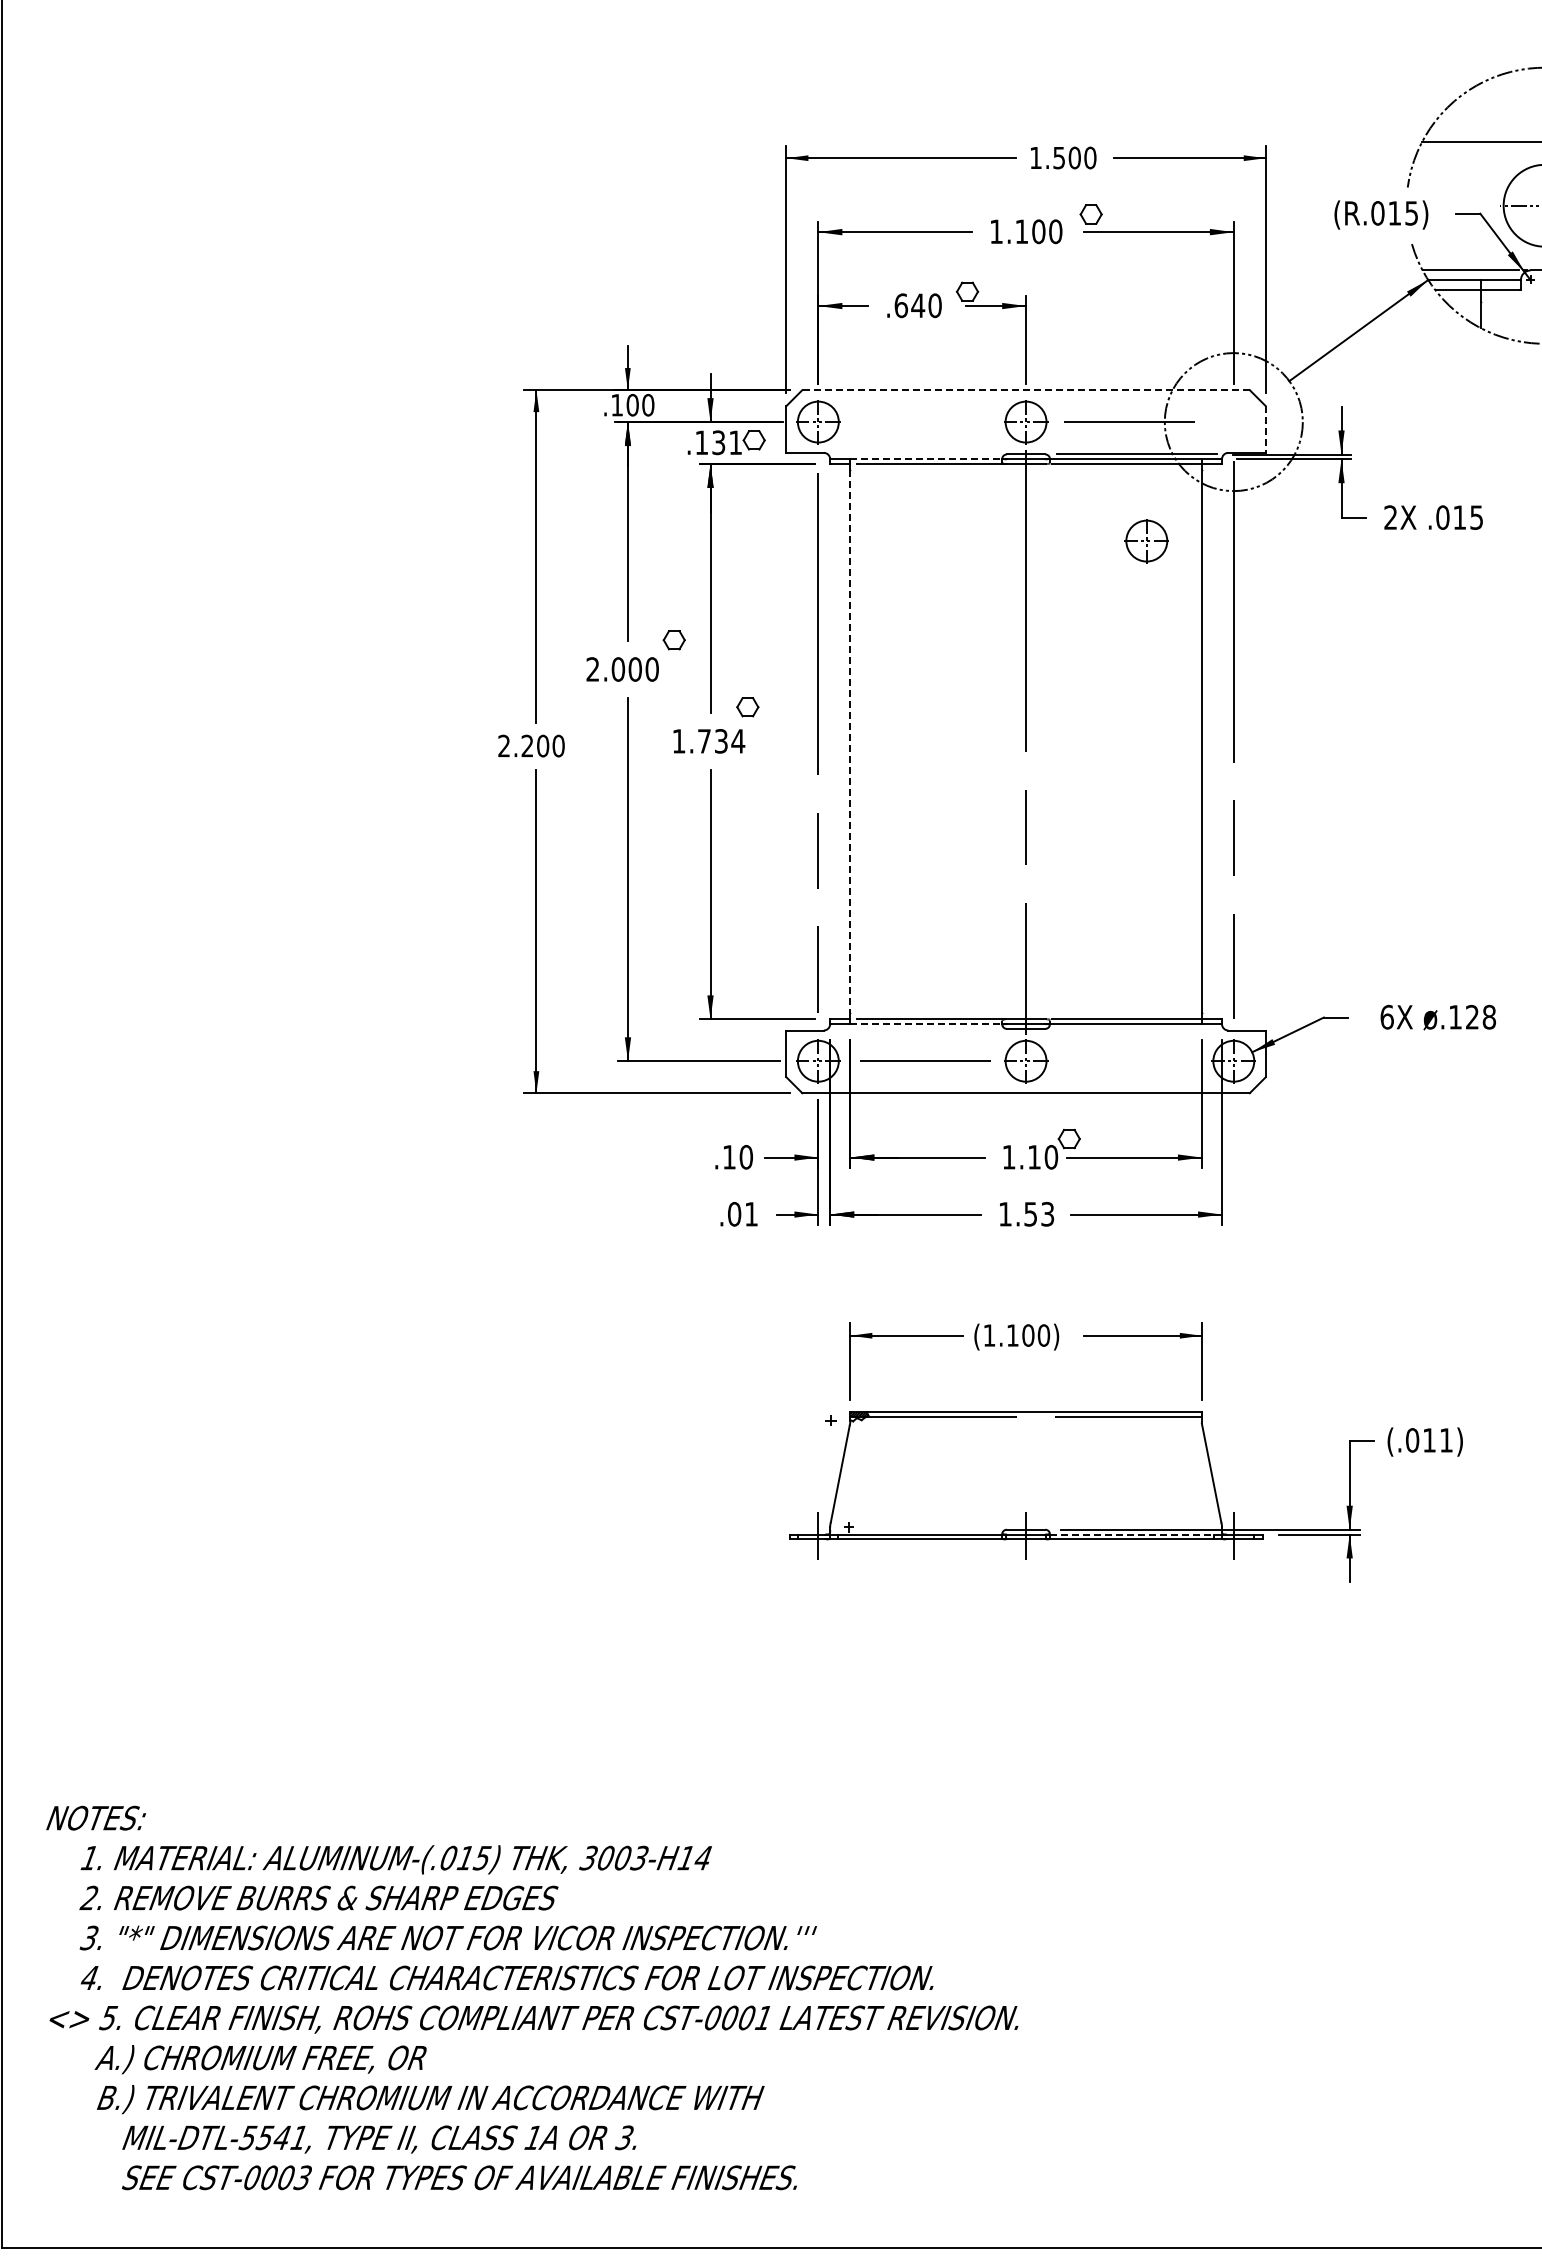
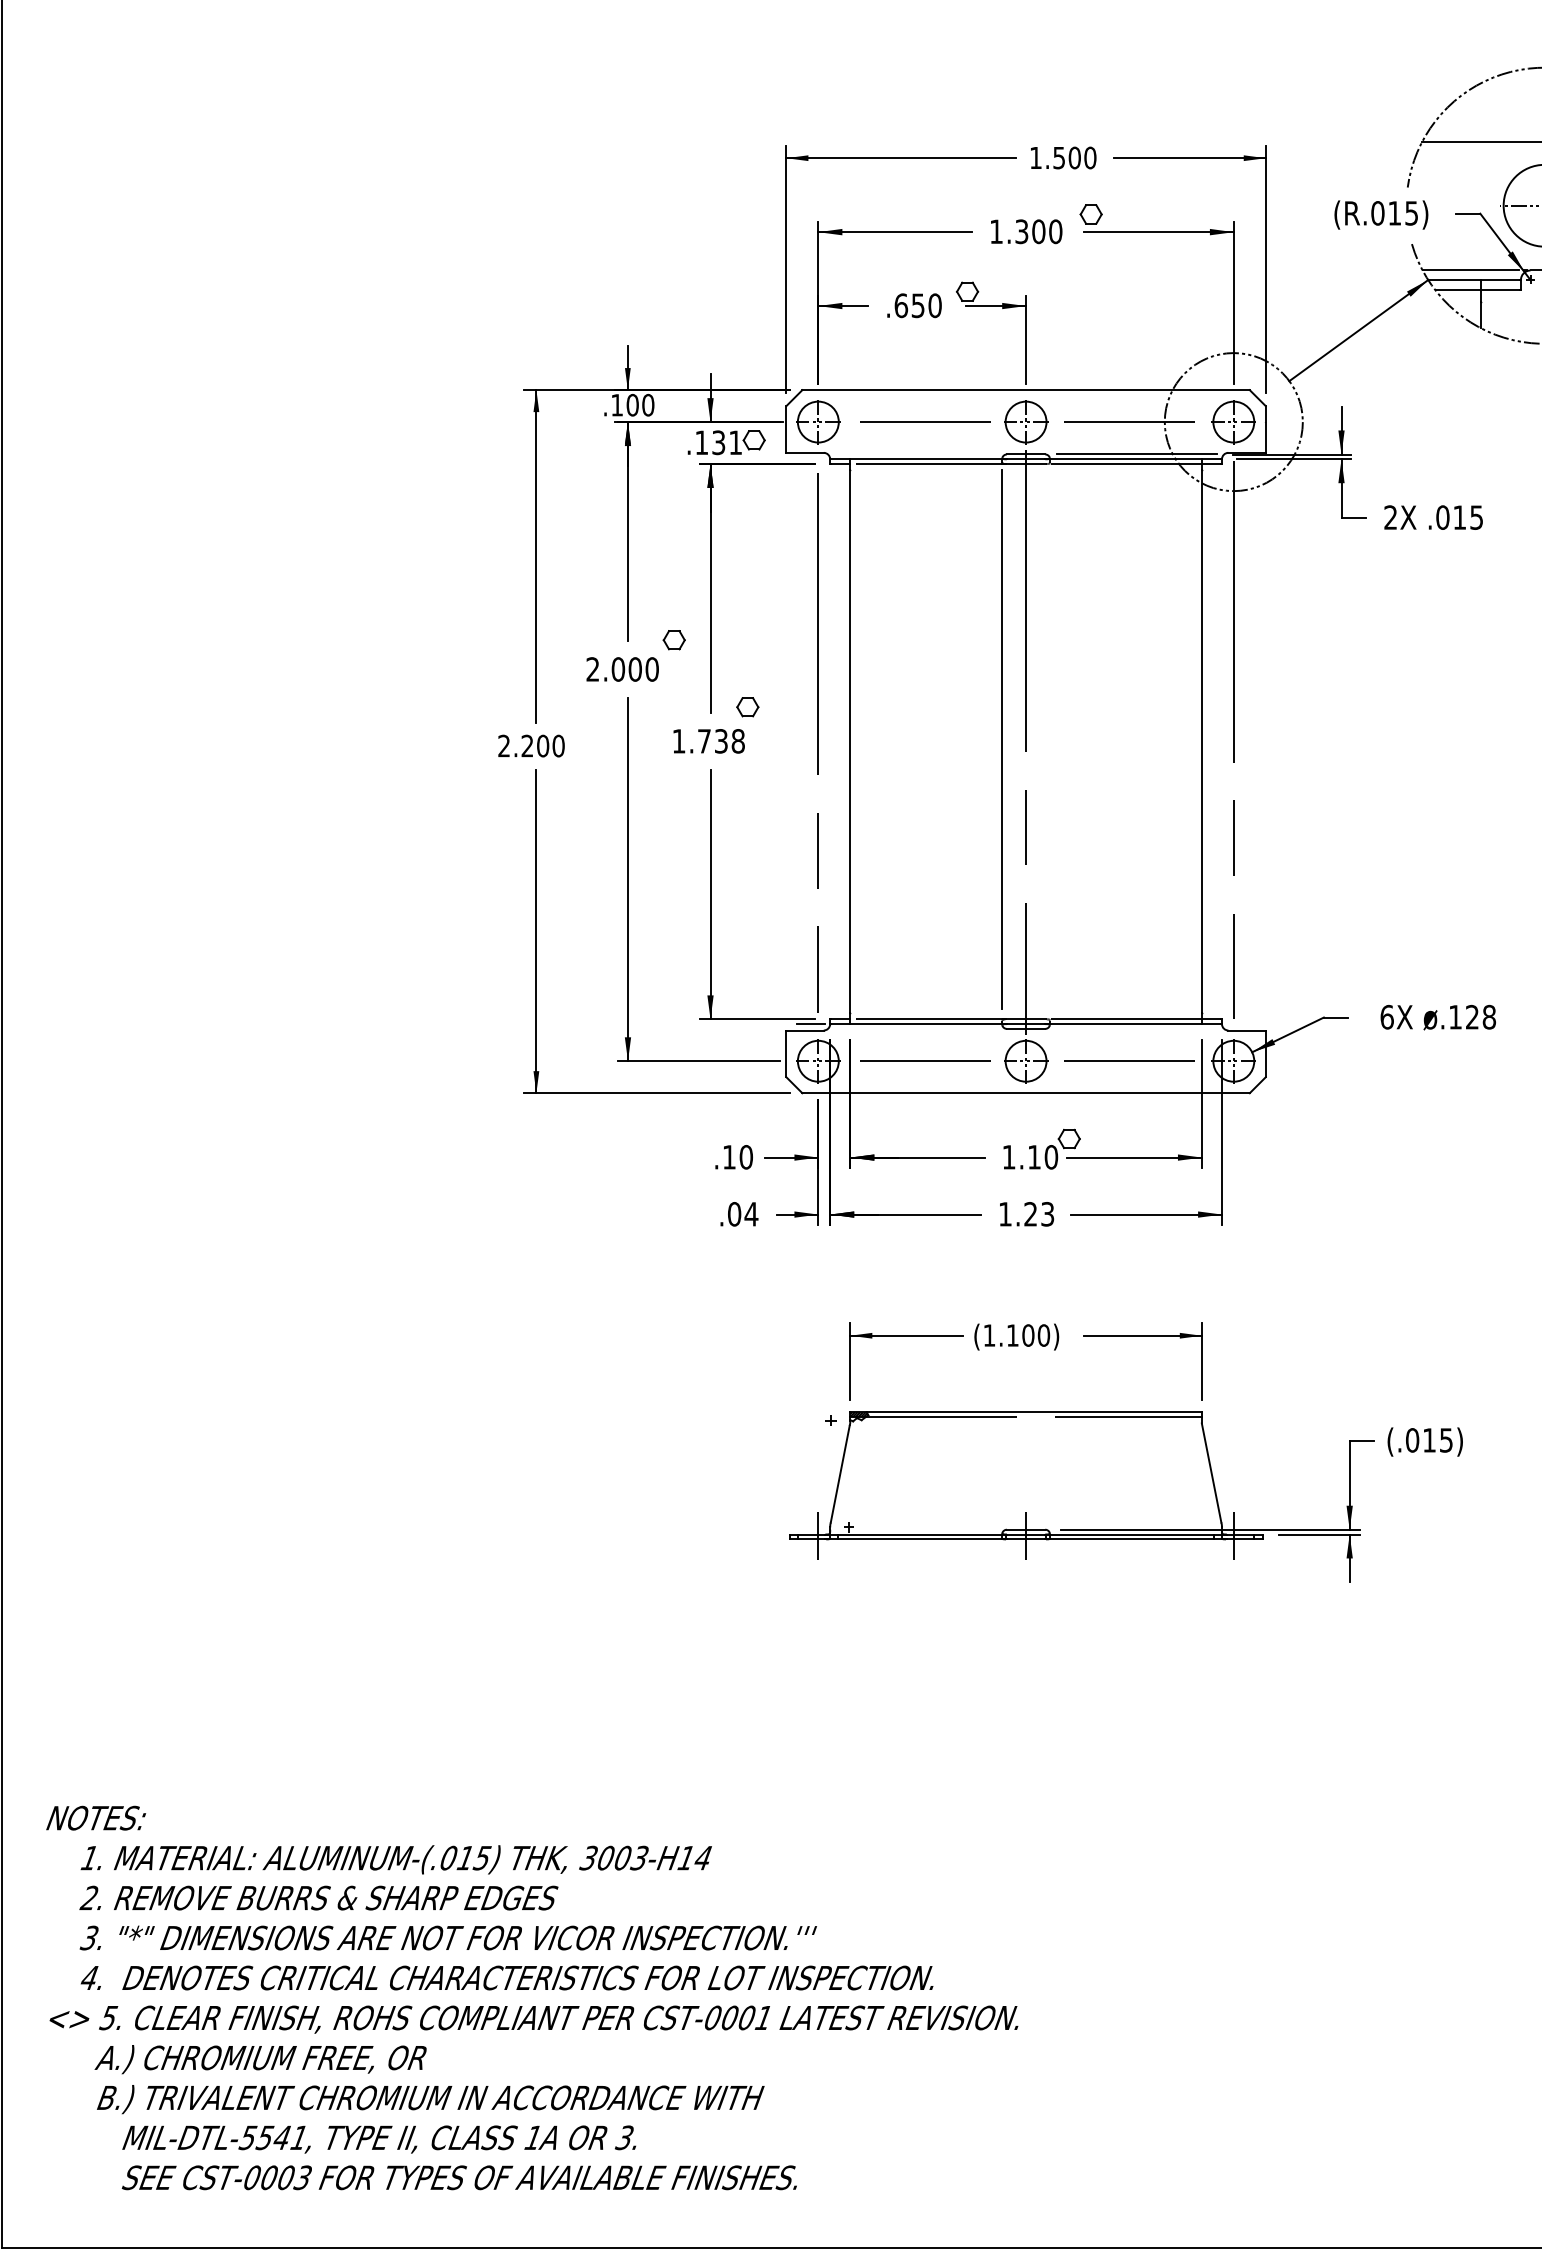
text at (1021, 231): 1.100 -> 1.300
text at (918, 305): .640 -> .650
line at (1026, 390): dashed -> solid
line at (924, 422): none -> present
line at (1265, 429): dashed -> solid
line at (926, 459): dashed -> solid
part at (1146, 541) position: (1146, 541) -> (1233, 422)
line at (1002, 739): none -> present
text at (738, 741): 1.734 -> 1.738
line at (850, 742): dashed -> solid
line at (811, 1024): none -> present
line at (926, 1024): dashed -> solid
line at (1129, 1061): none -> present
text at (751, 1214): .01 -> .04
text at (1030, 1214): 1.53 -> 1.23
text at (1446, 1440): .011 -> .015
line at (1131, 1534): dashed -> solid
